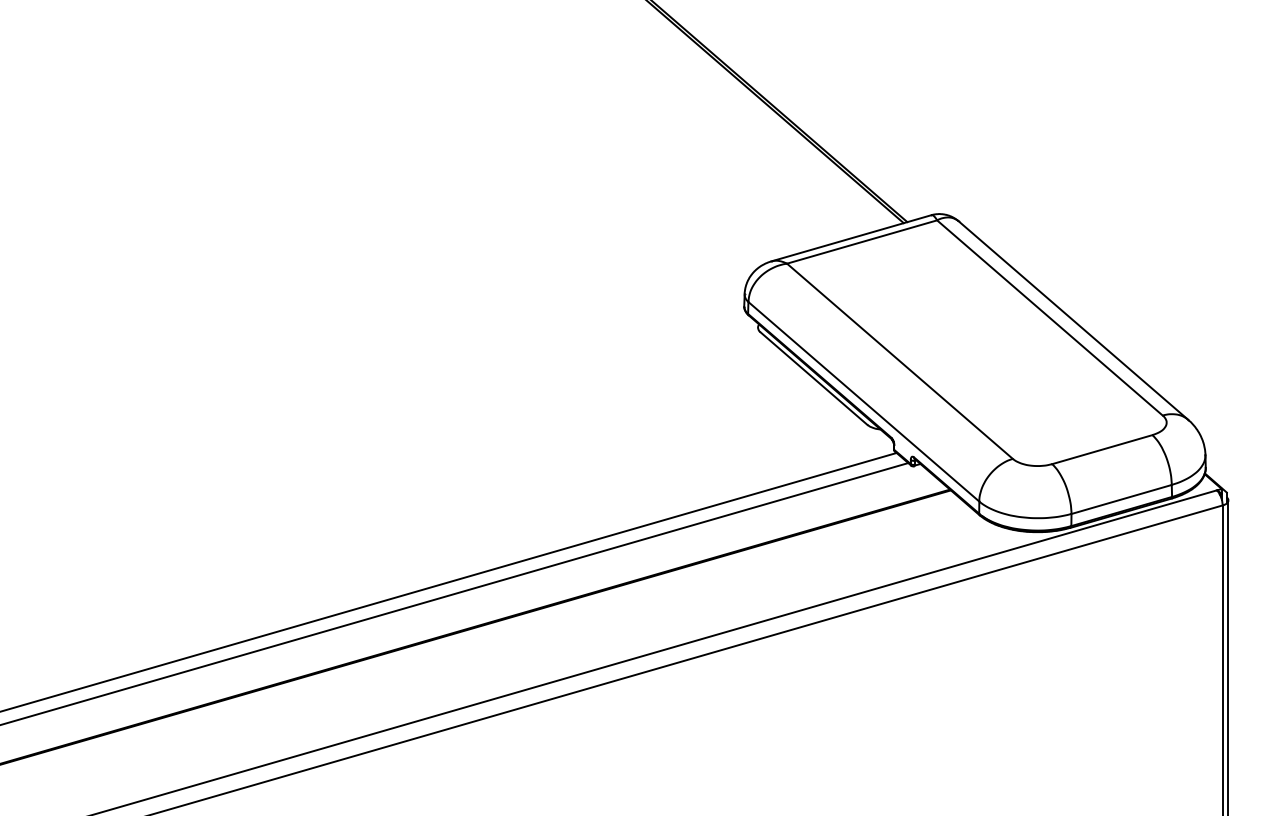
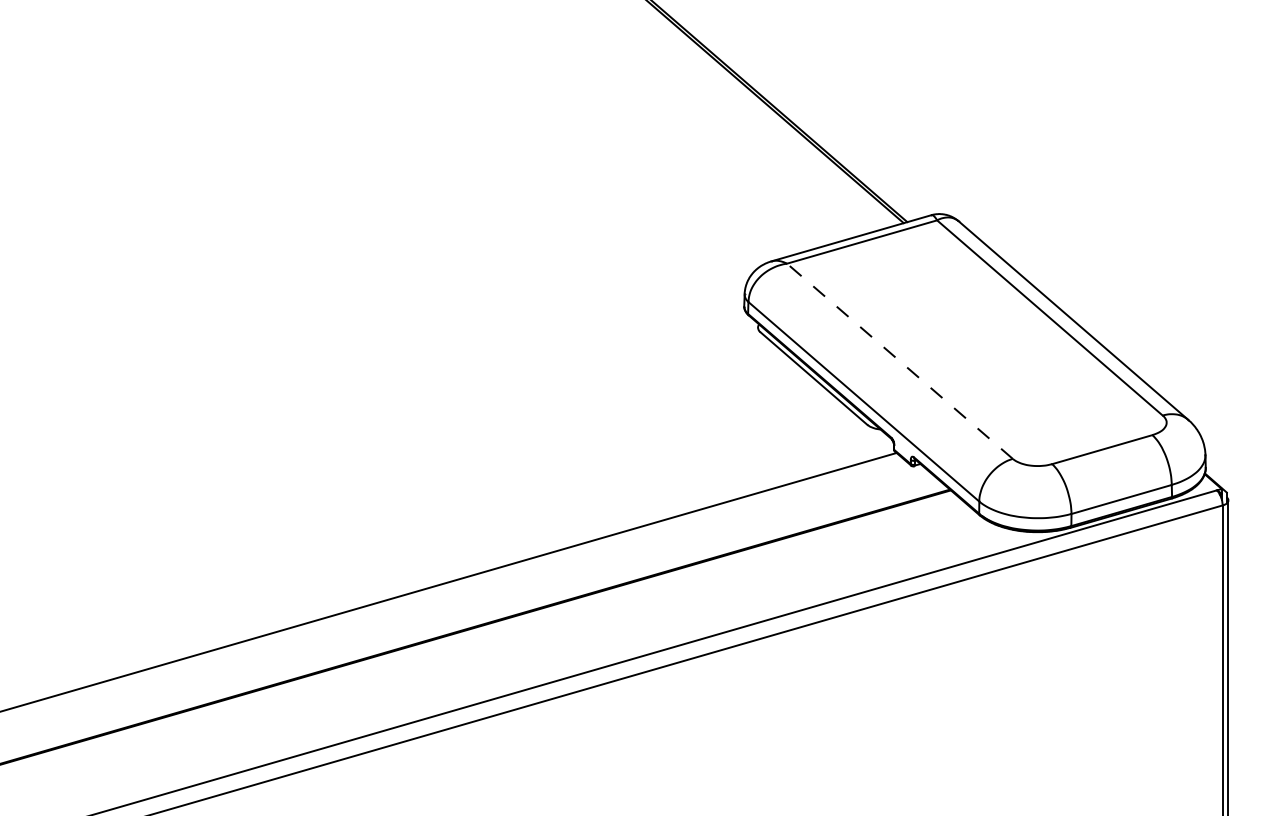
line at (899, 360): solid -> dashed
line at (455, 593): present -> none
